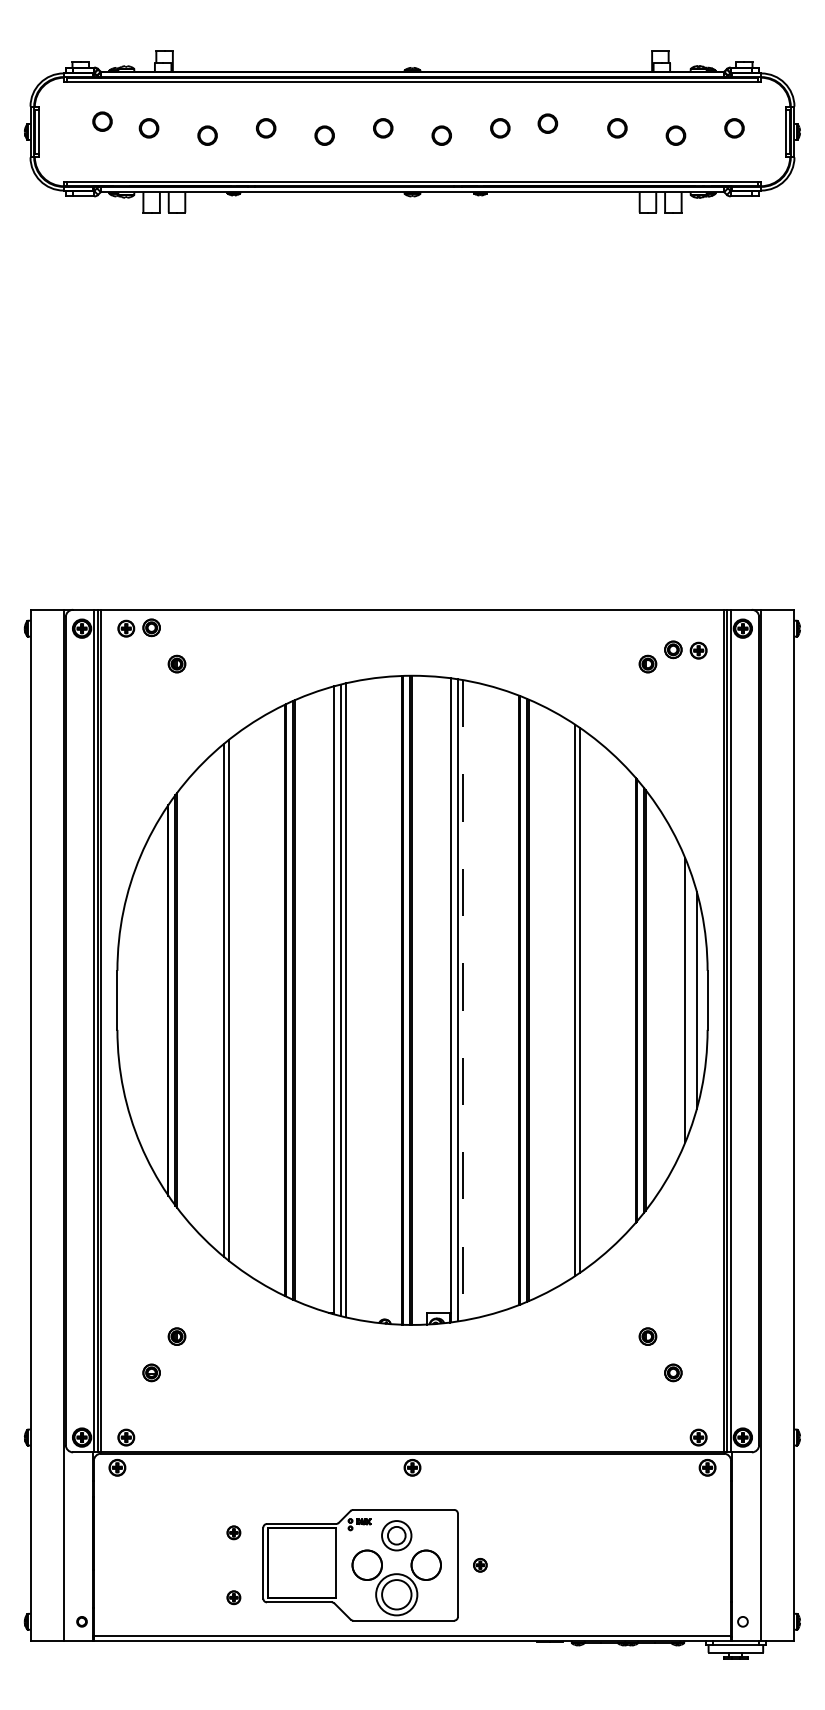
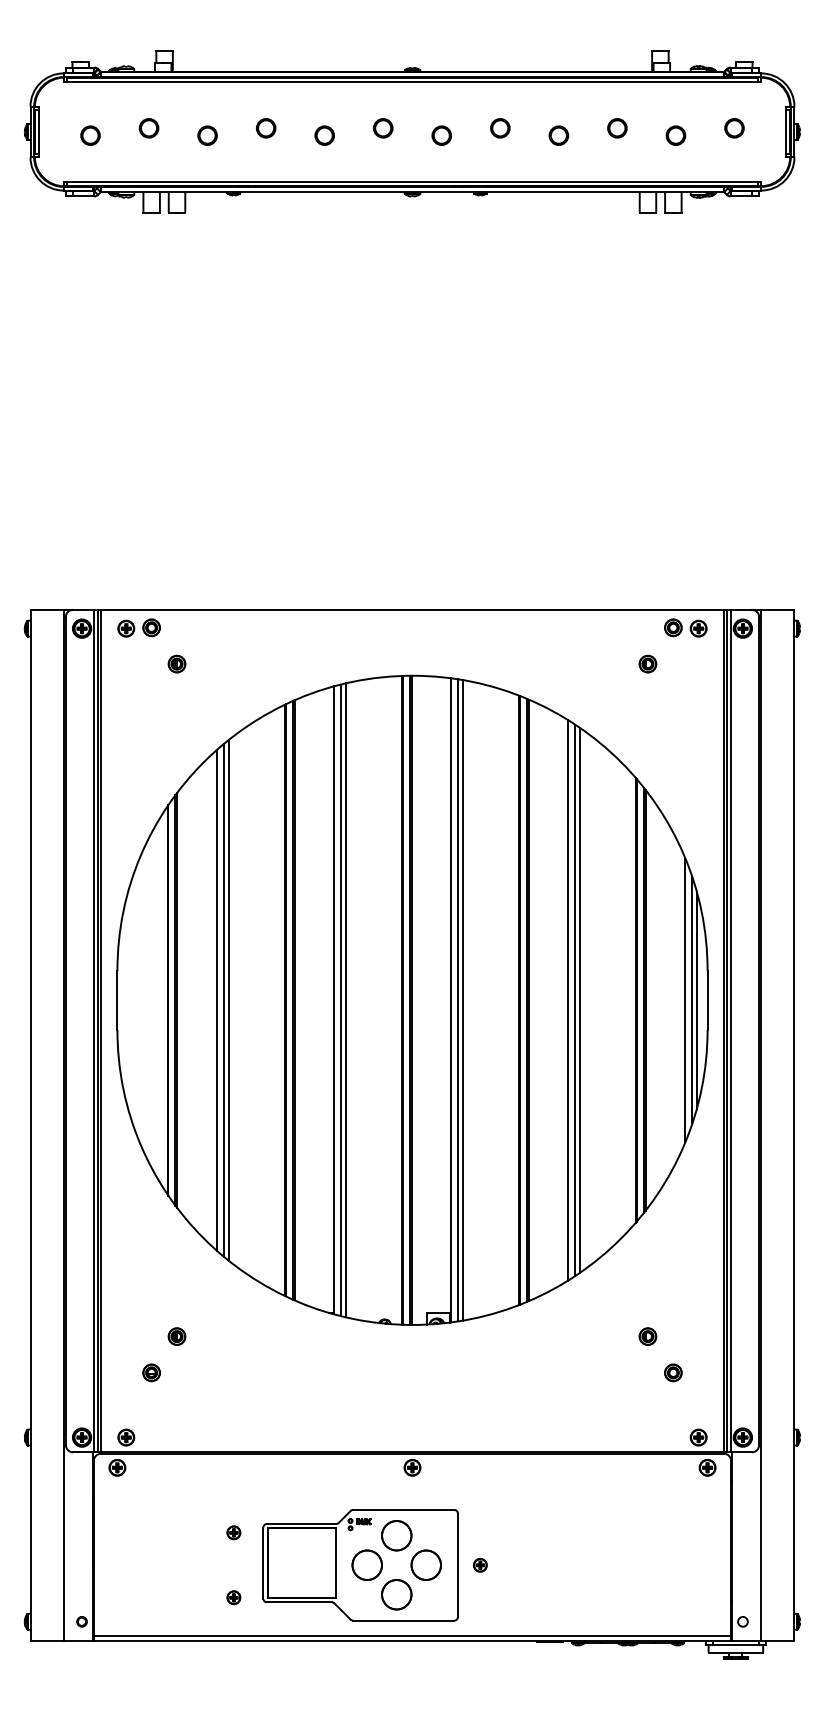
circle at (102, 121) position: (102, 121) -> (90, 135)
part at (547, 123) position: (547, 123) -> (558, 135)
part at (685, 649) position: (685, 649) -> (685, 627)
line at (216, 999): none -> present
line at (462, 1000): dashed -> solid
line at (568, 1000): none -> present
line at (692, 1000): none -> present
circle at (396, 1535) diameter: 18 px -> 29 px
circle at (396, 1594) diameter: 41 px -> 29 px
